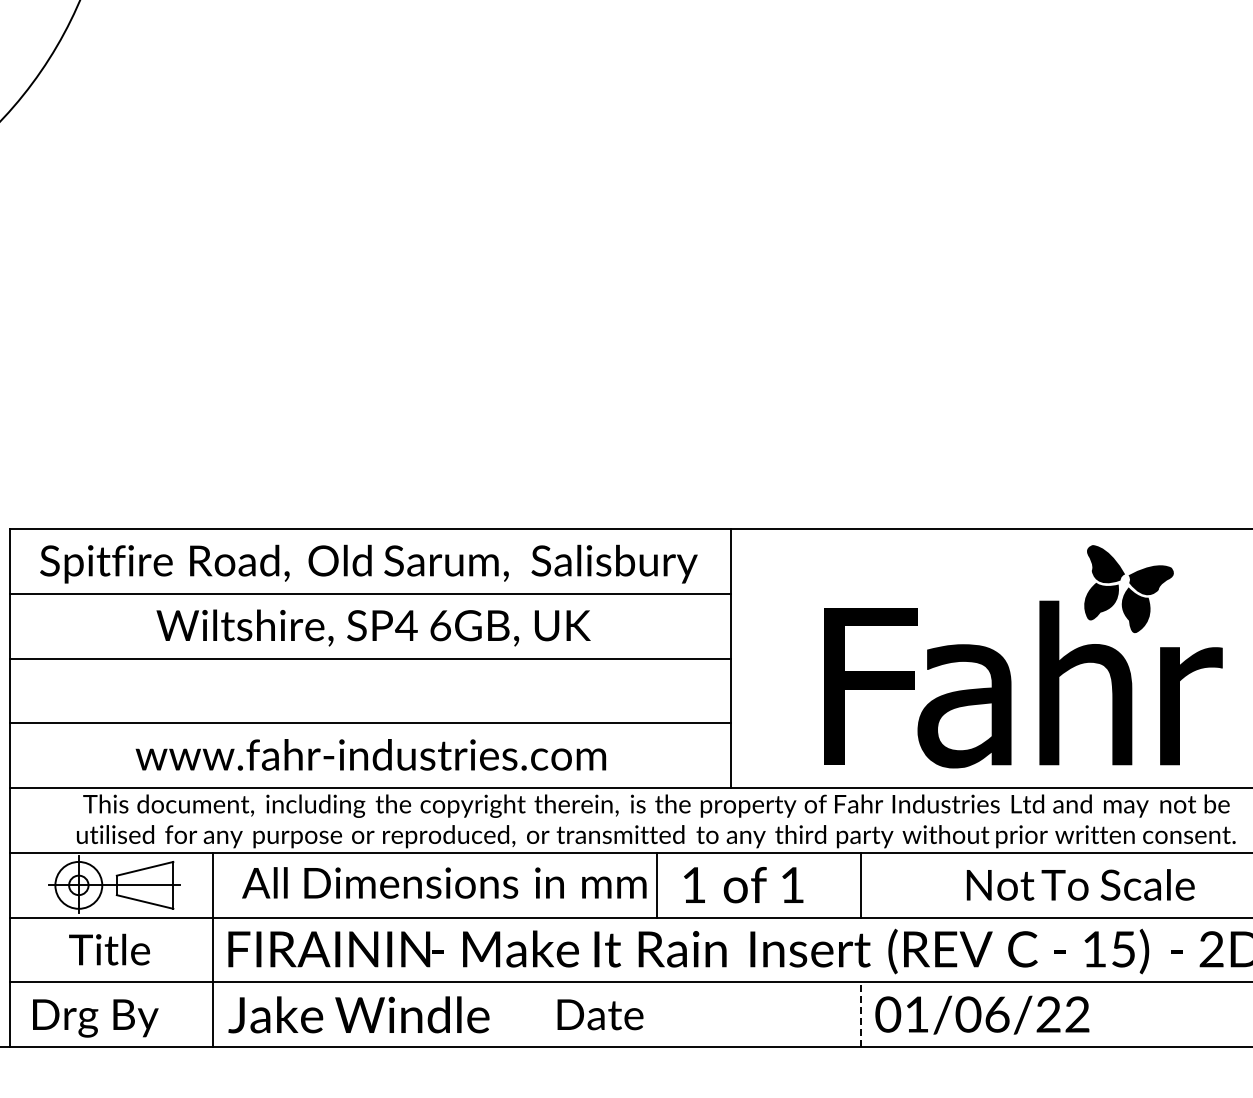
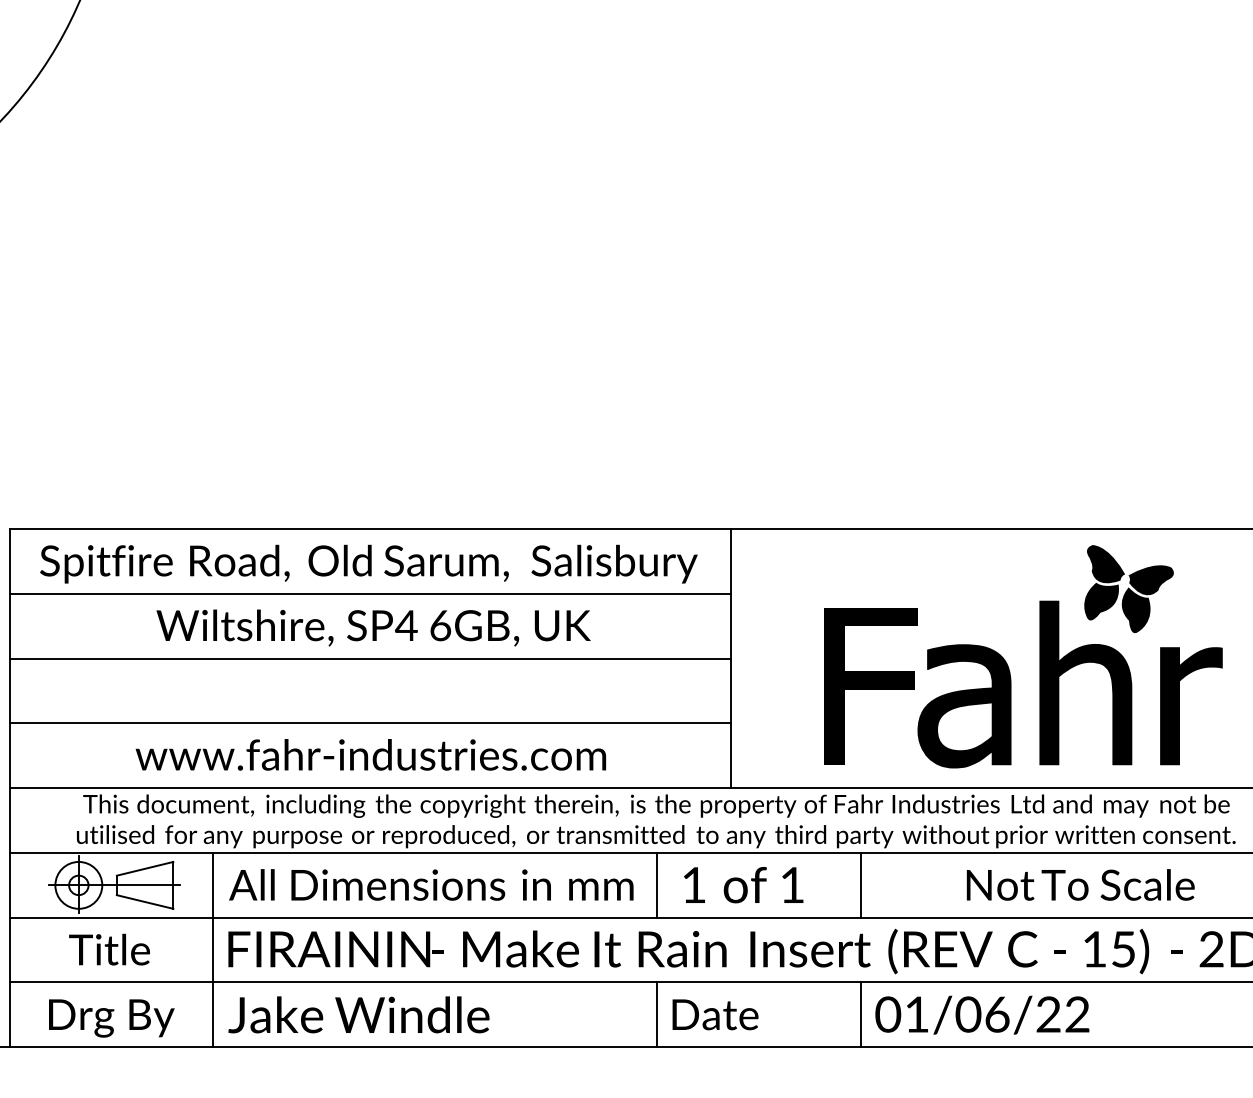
text at (444, 882) position: (444, 882) -> (431, 884)
text at (600, 1014) position: (600, 1014) -> (715, 1014)
line at (656, 1014): none -> present
line at (860, 1014): dashed -> solid
text at (95, 1018) position: (95, 1018) -> (111, 1018)
